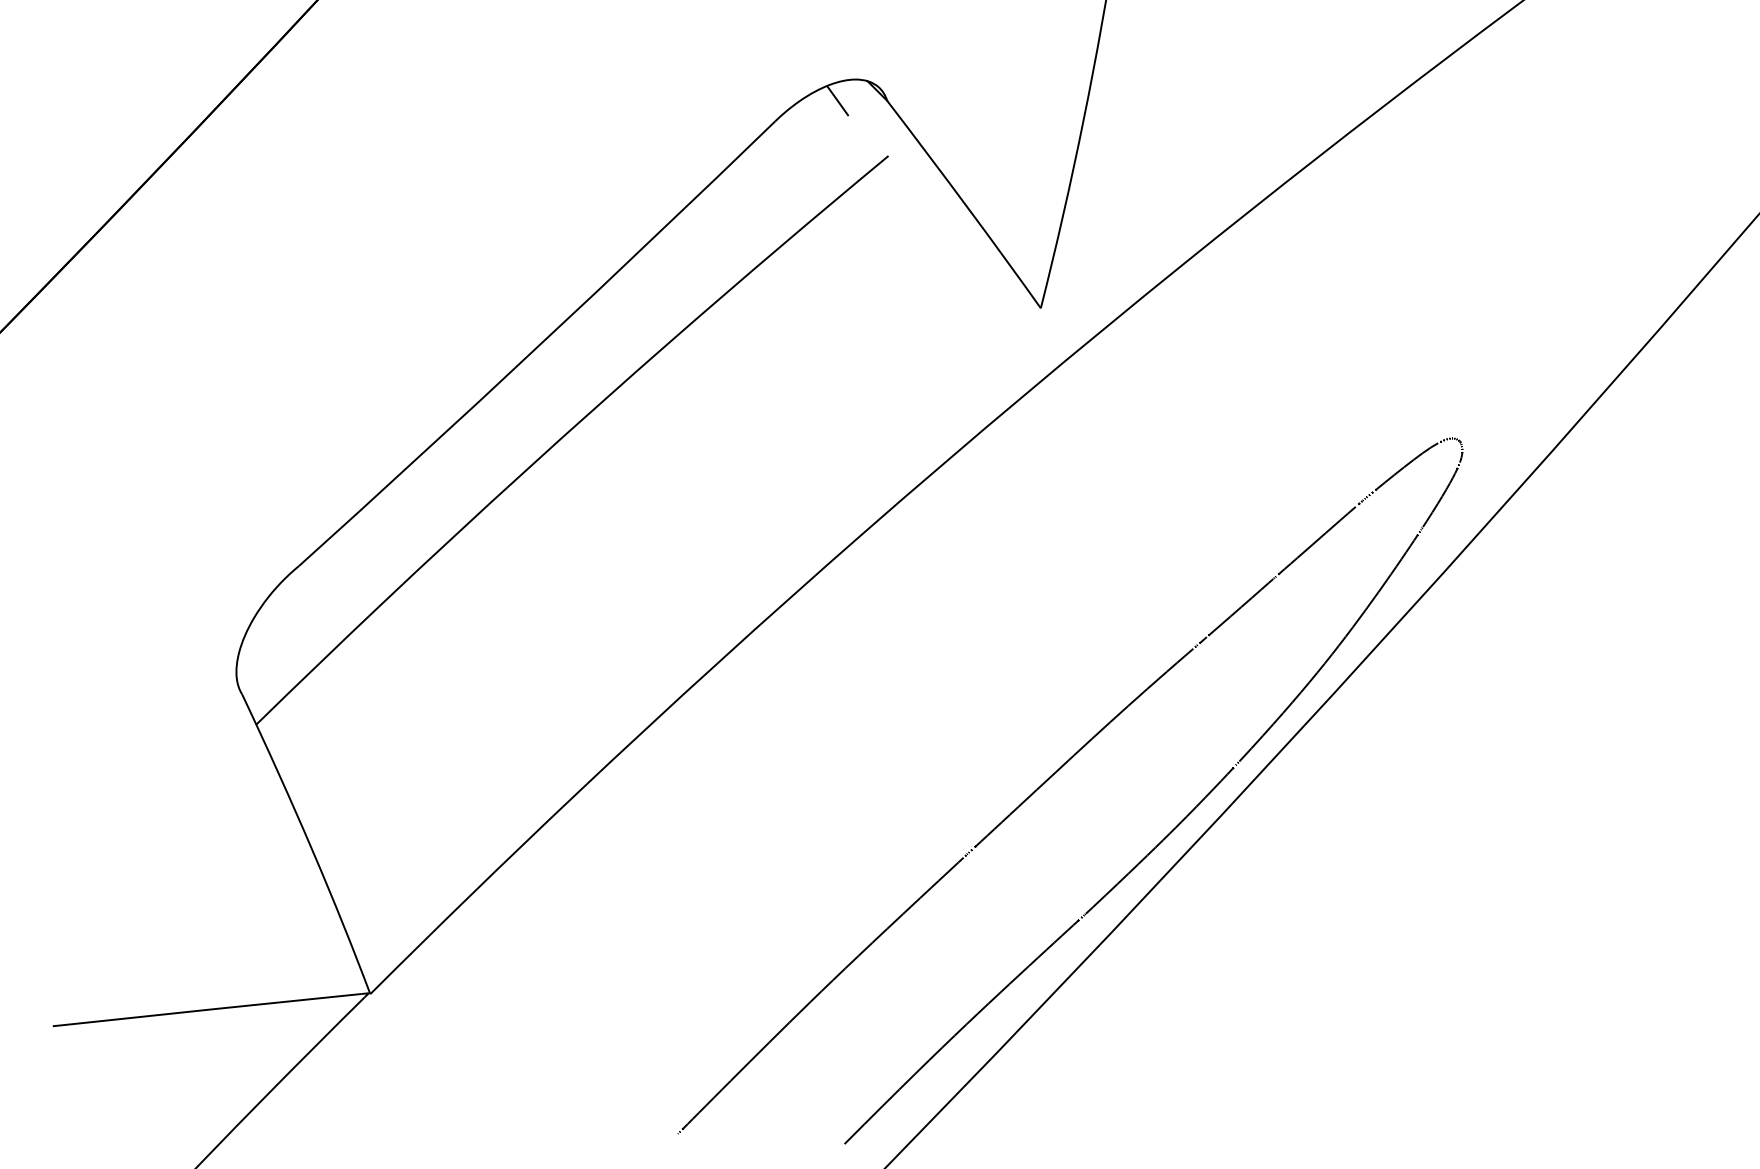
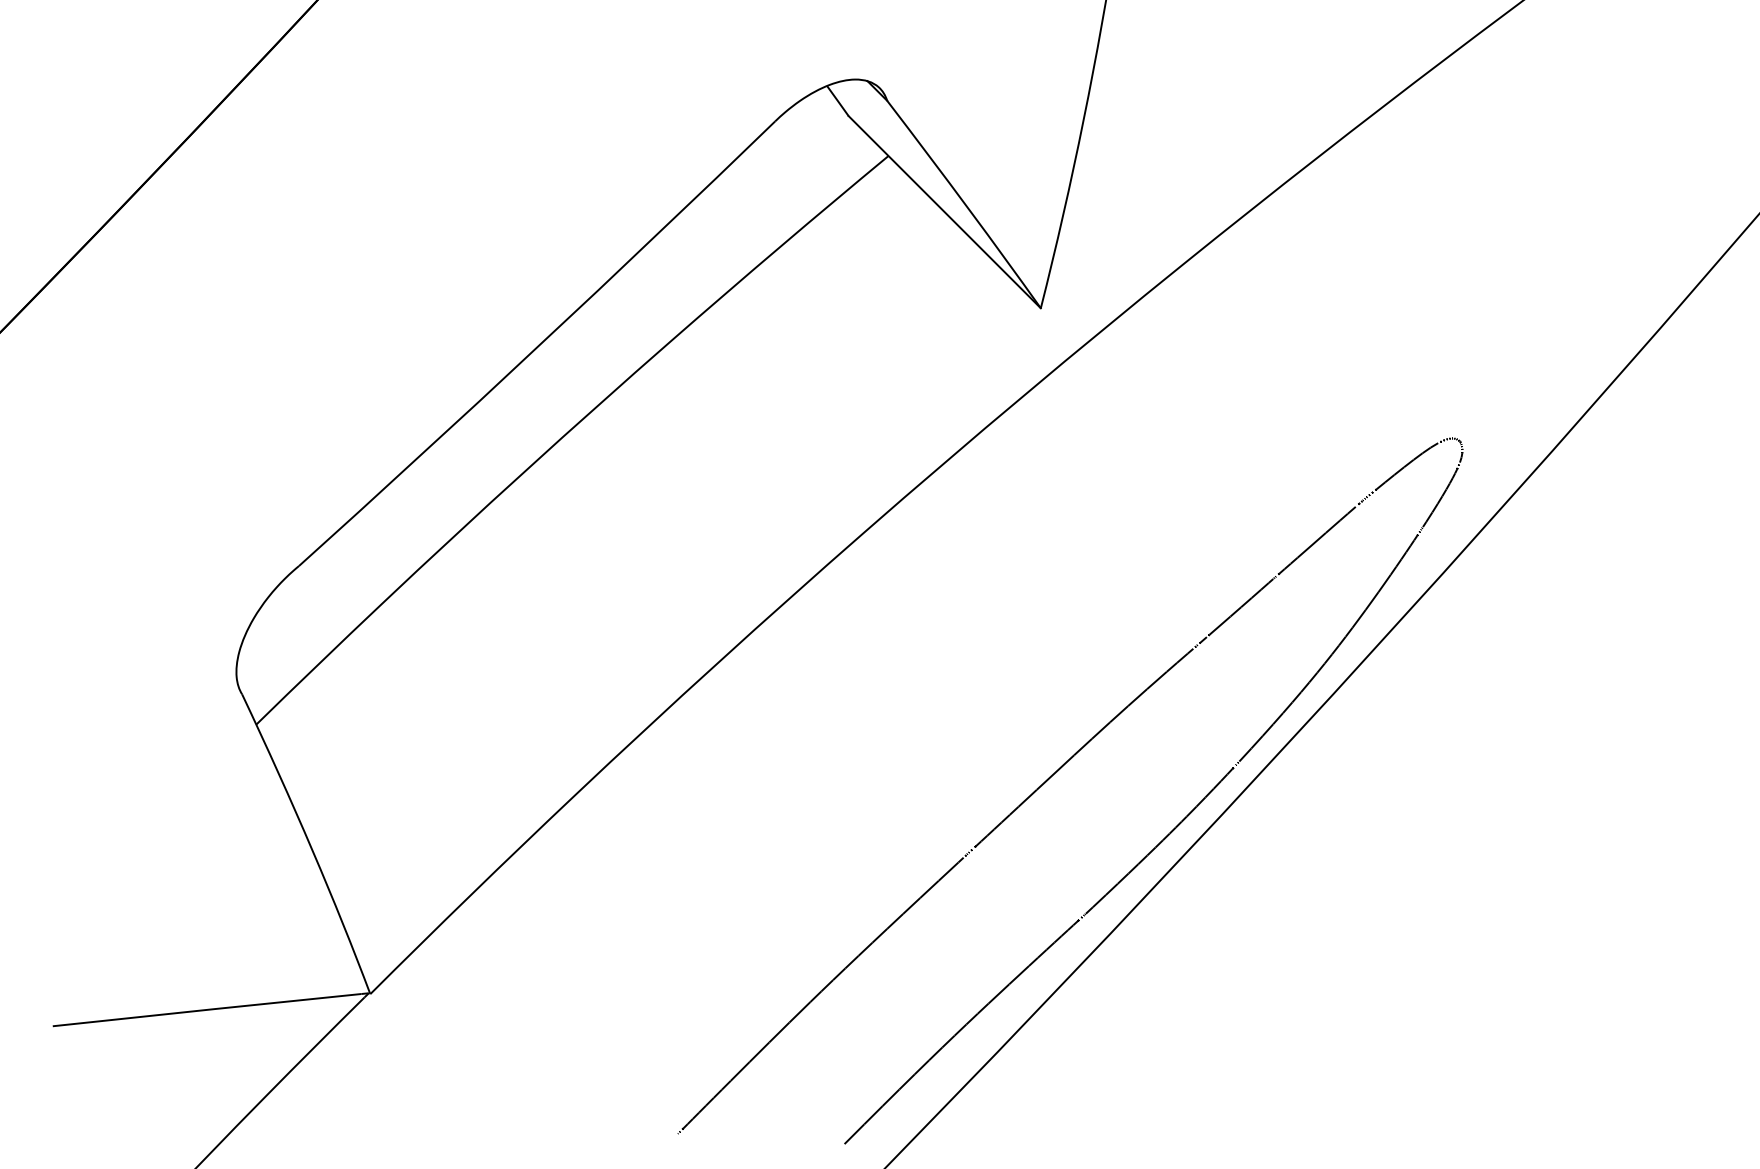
line at (944, 212): none -> present
